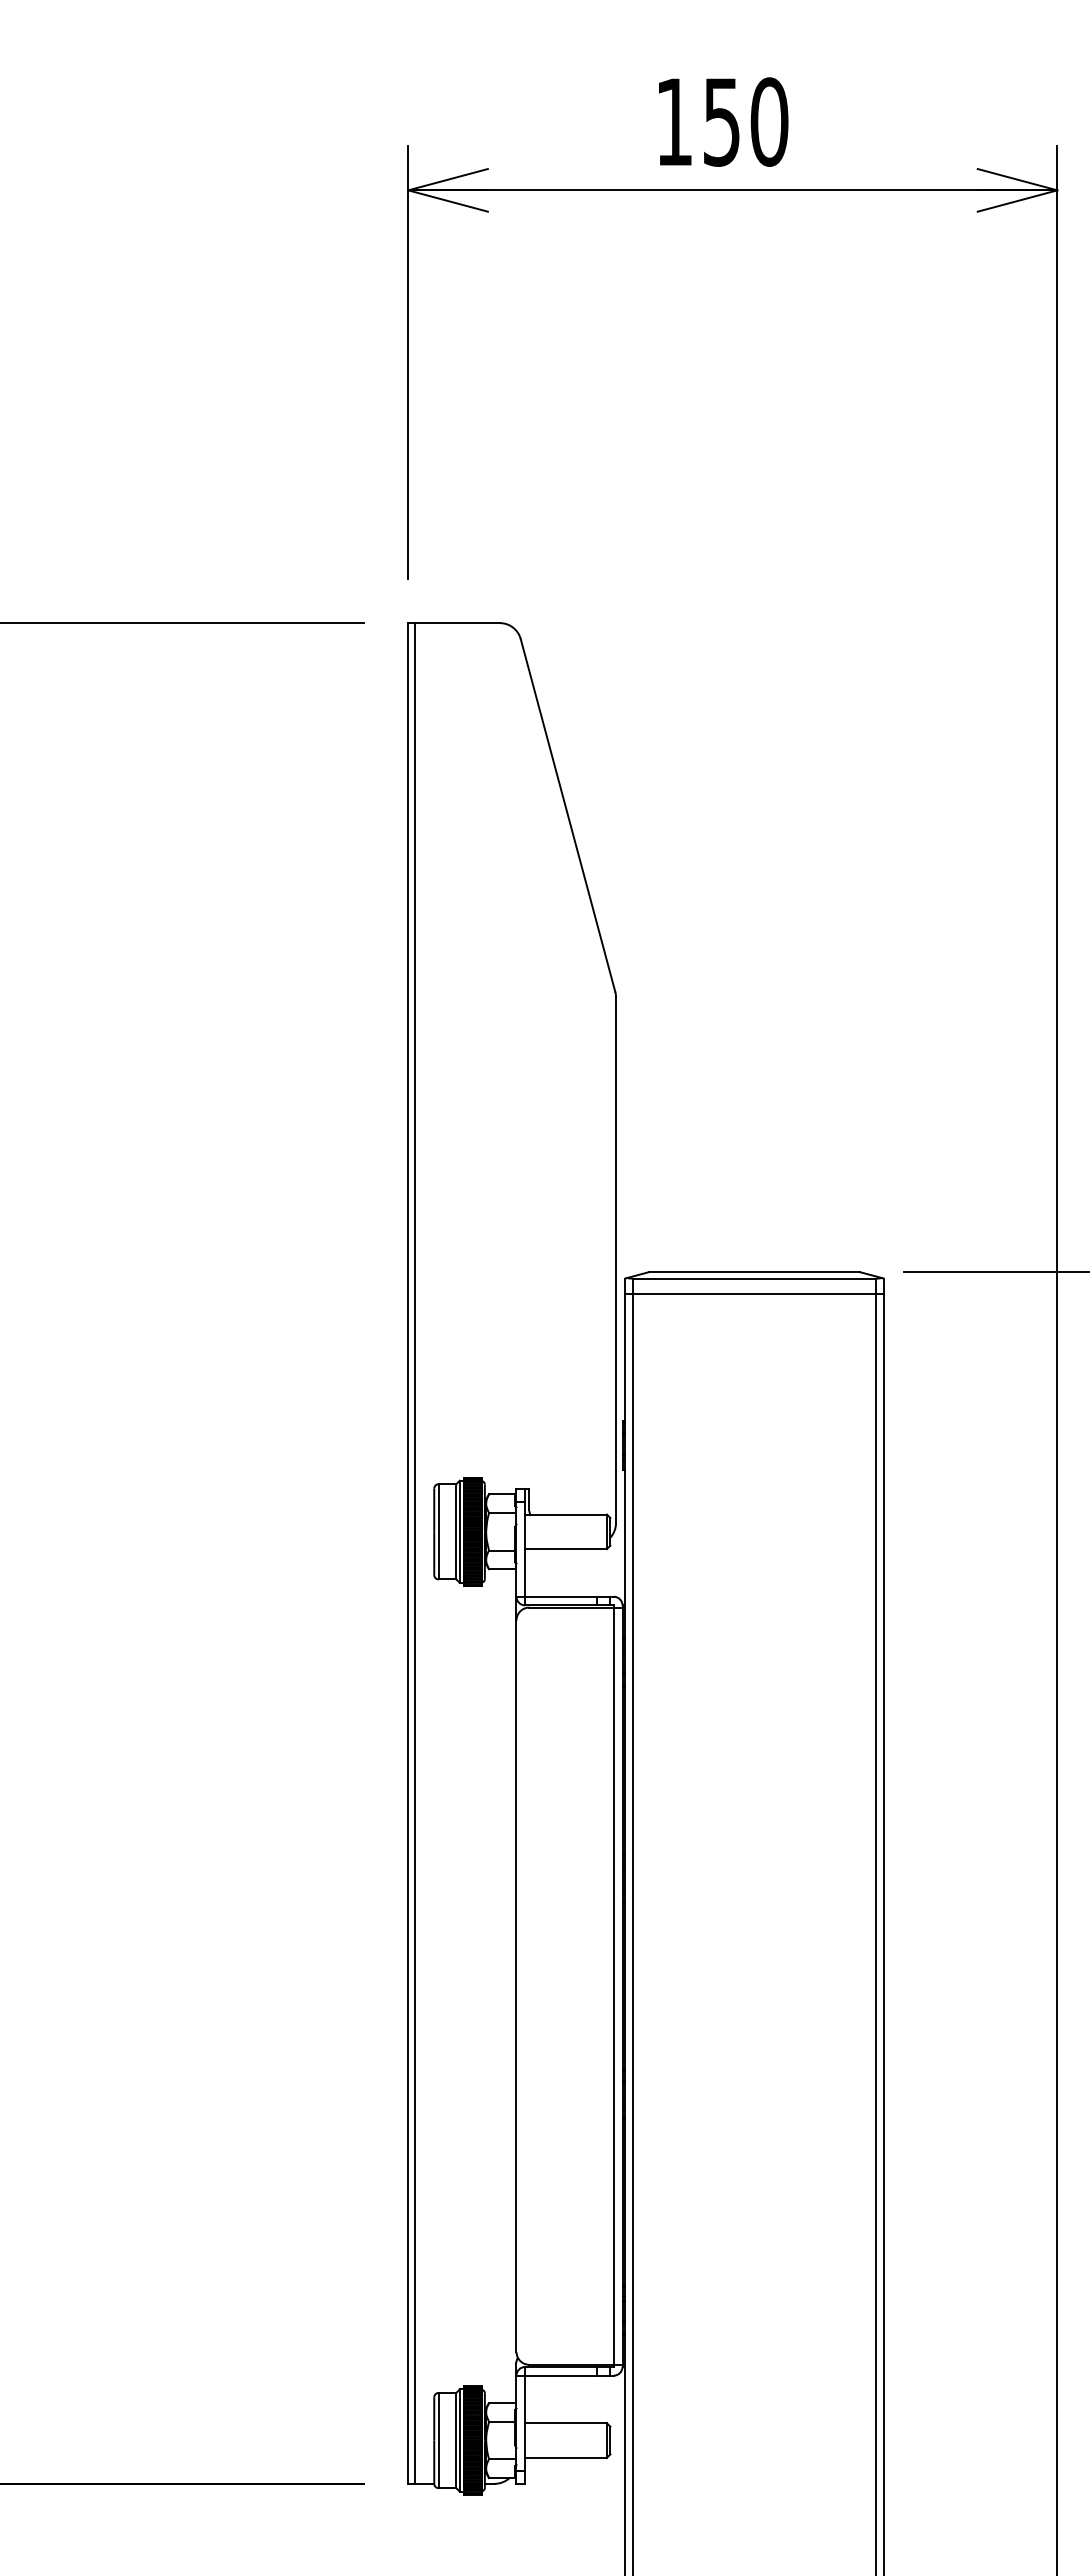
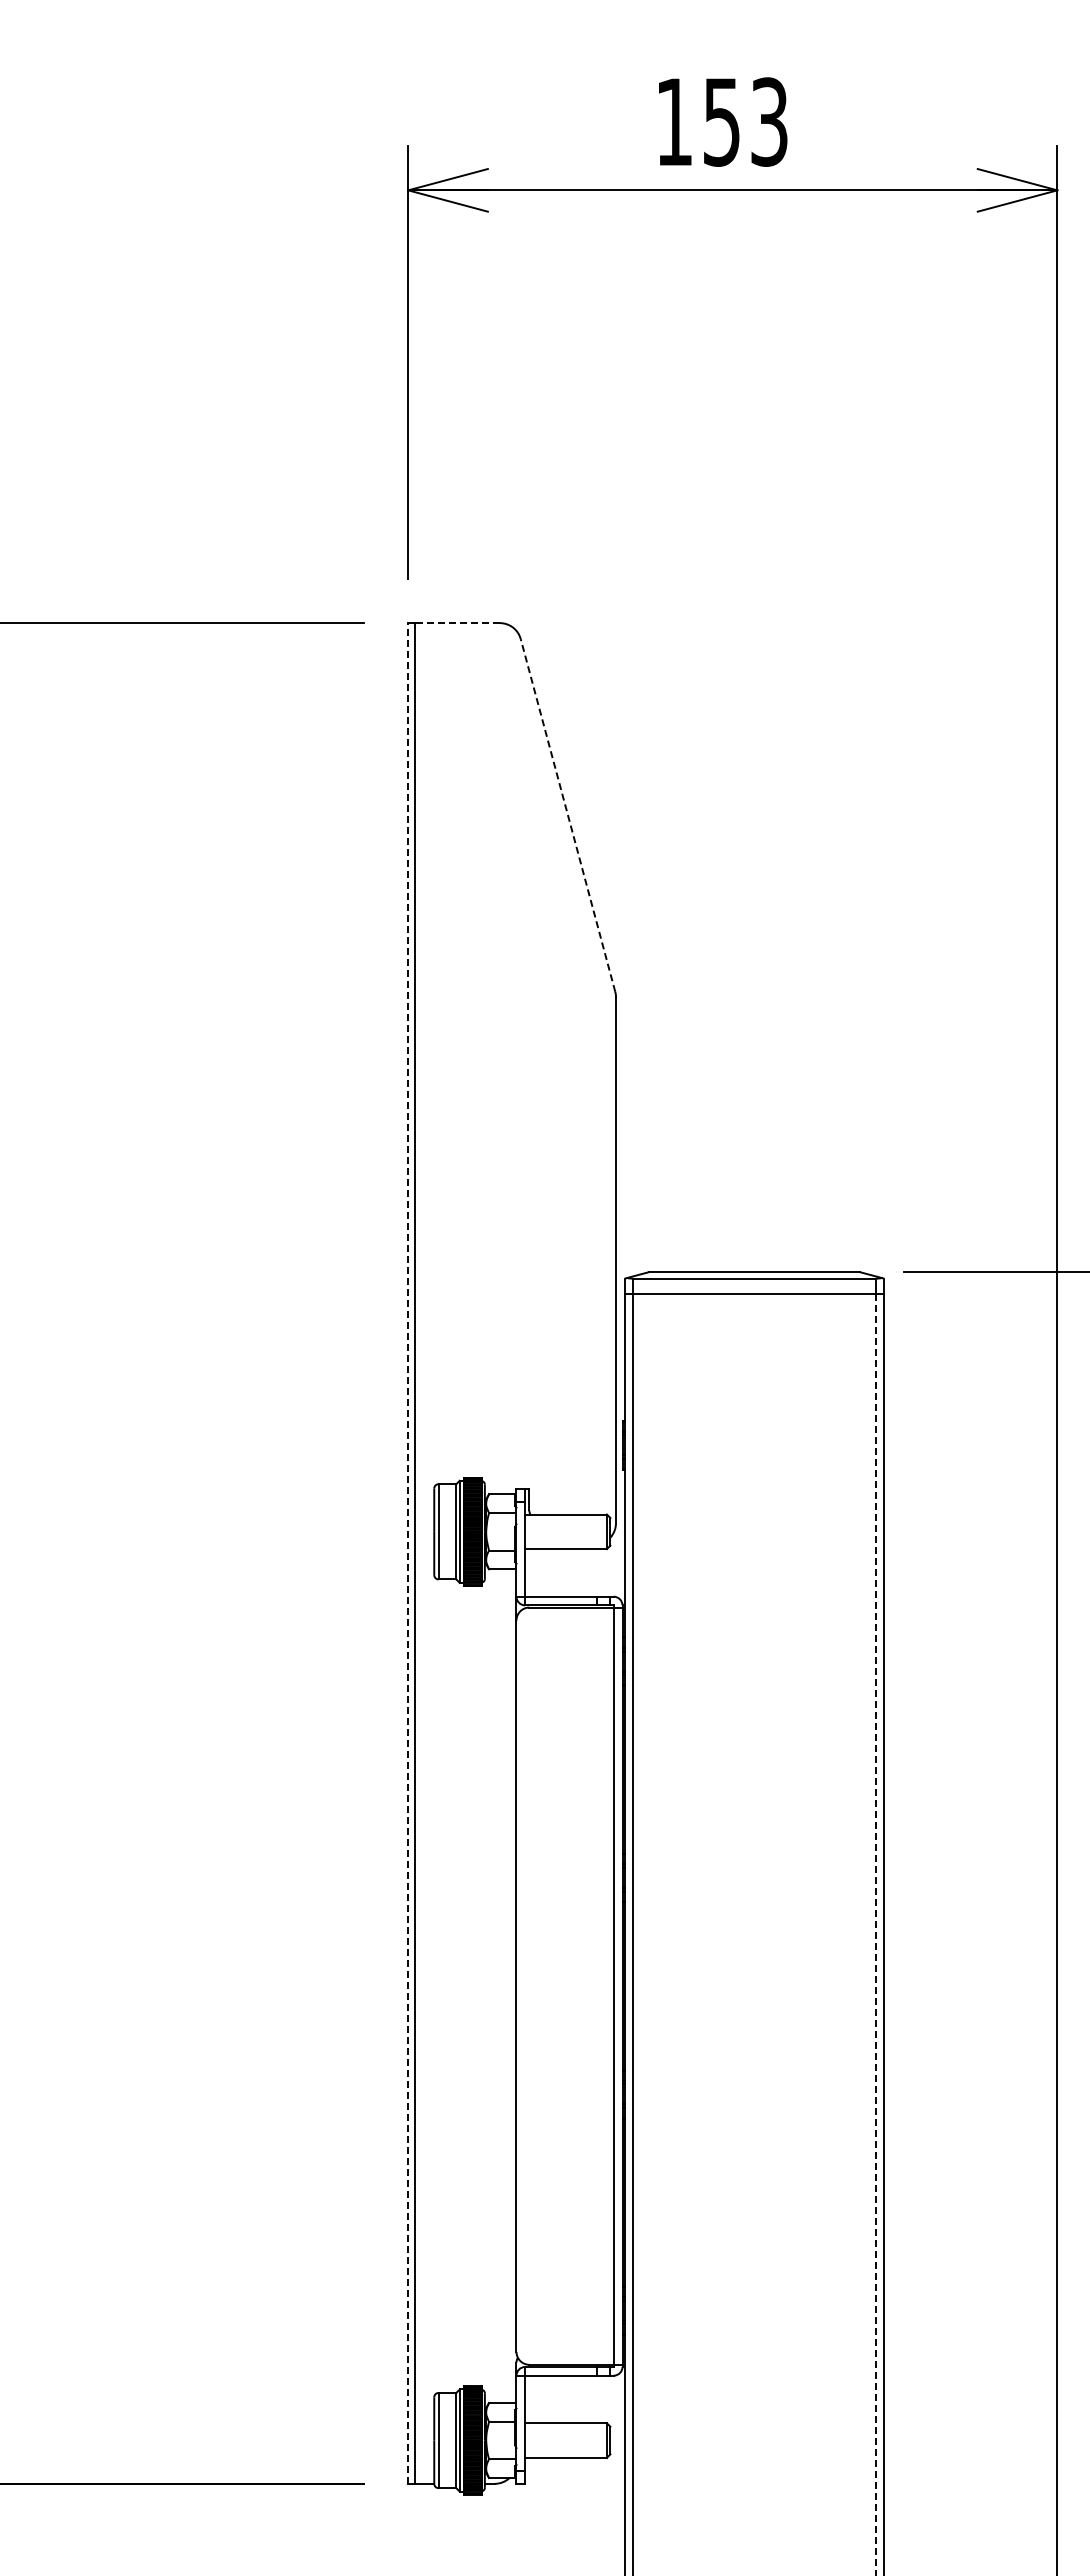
text at (769, 121): 150 -> 153
line at (457, 623): solid -> dashed
line at (568, 815): solid -> dashed
line at (408, 1552): solid -> dashed
line at (875, 1934): solid -> dashed
